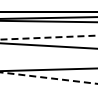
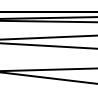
line at (48, 37): dashed -> solid
line at (48, 78): dashed -> solid
